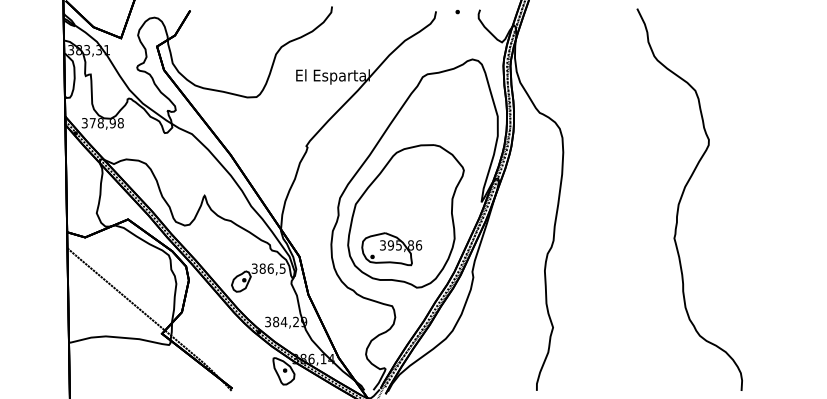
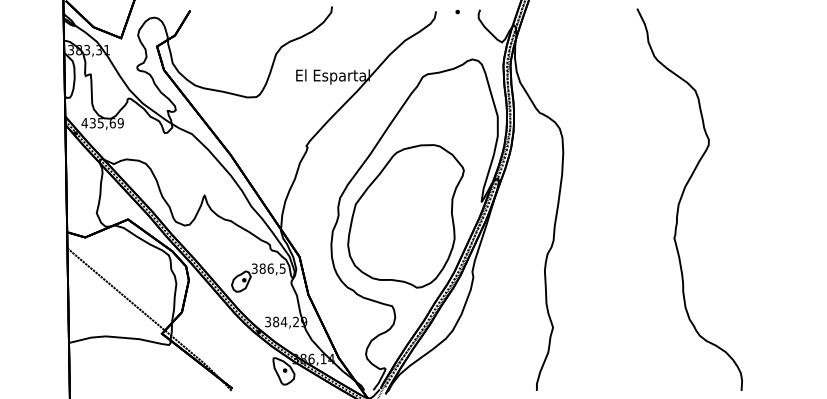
text at (102, 123): 378,98 -> 435,69
part at (391, 249): present -> none
